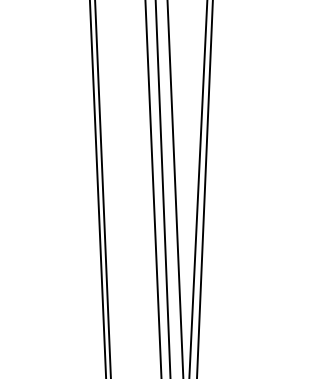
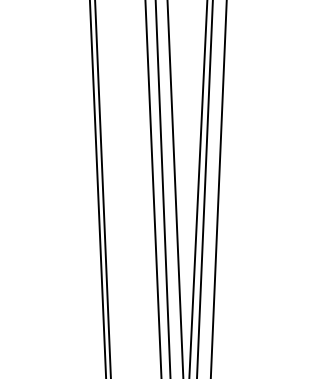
line at (218, 188): none -> present
